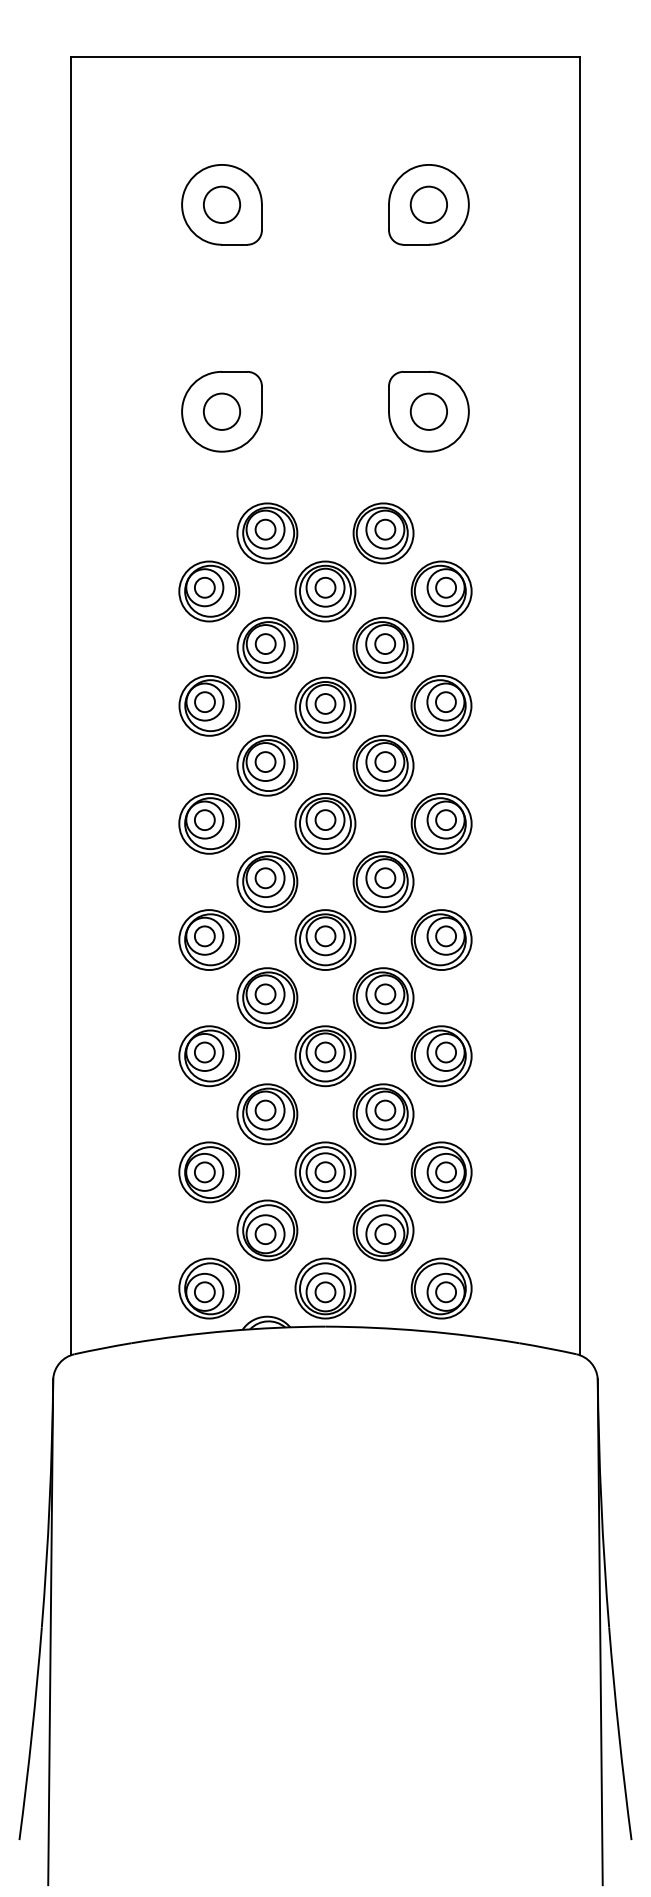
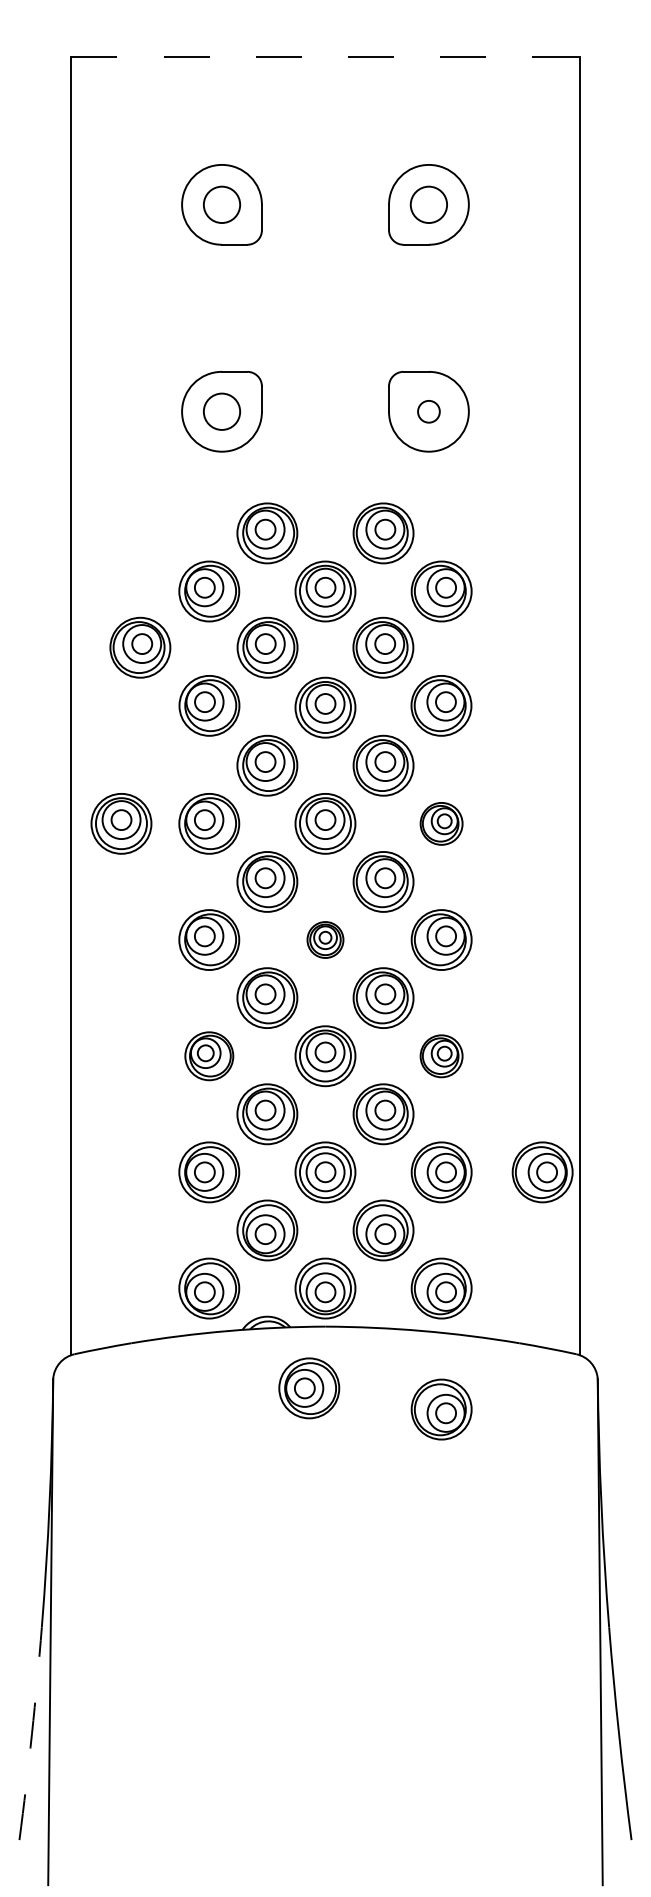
line at (325, 56): solid -> dashed
circle at (428, 411) diameter: 36 px -> 22 px
part at (140, 647): none -> present
part at (121, 823): none -> present
part at (441, 823) size: 63x62 px -> 45x44 px
part at (325, 939) size: 63x62 px -> 39x38 px
part at (209, 1056) size: 63x63 px -> 51x51 px
part at (441, 1056) size: 63x63 px -> 45x45 px
part at (542, 1172): none -> present
part at (309, 1388): none -> present
part at (441, 1409): none -> present
arc at (31, 1733): solid -> dashed
